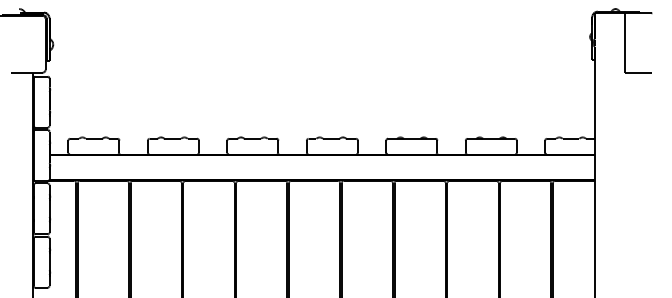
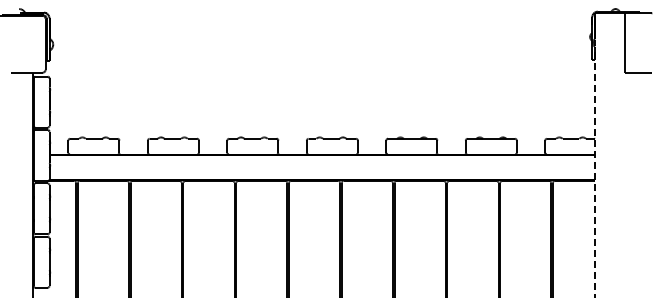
line at (595, 171): solid -> dashed
